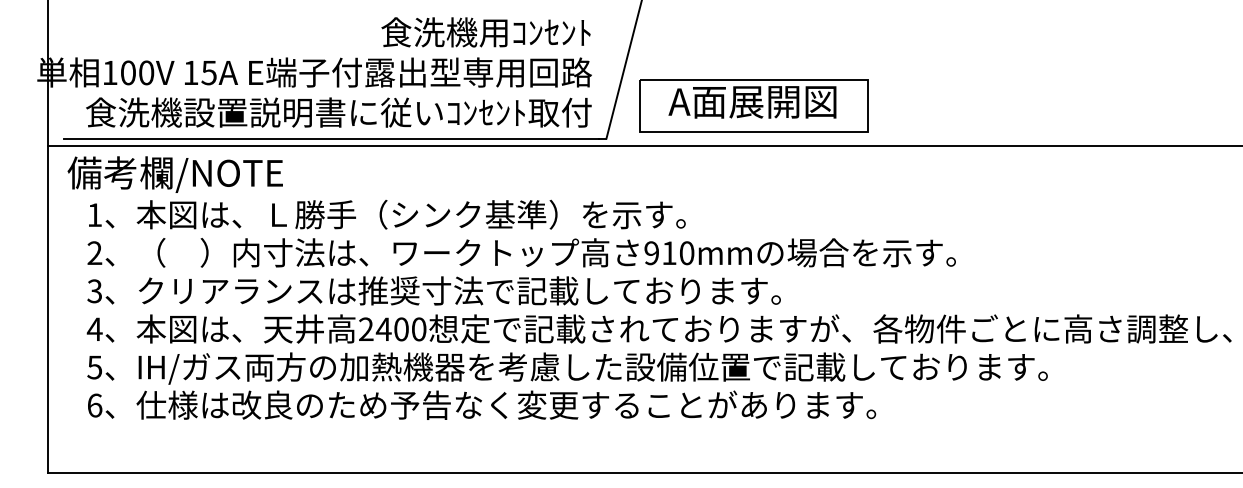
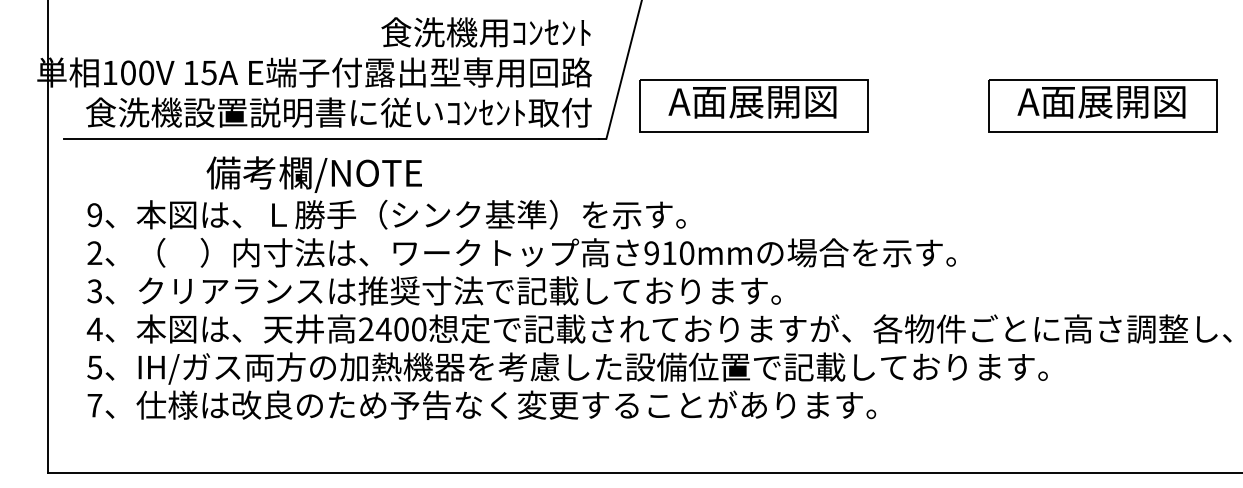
part at (1102, 105): none -> present
line at (643, 145): present -> none
text at (174, 174) position: (174, 174) -> (313, 174)
text at (94, 215): 1 -> 9
text at (94, 405): 6 -> 7
